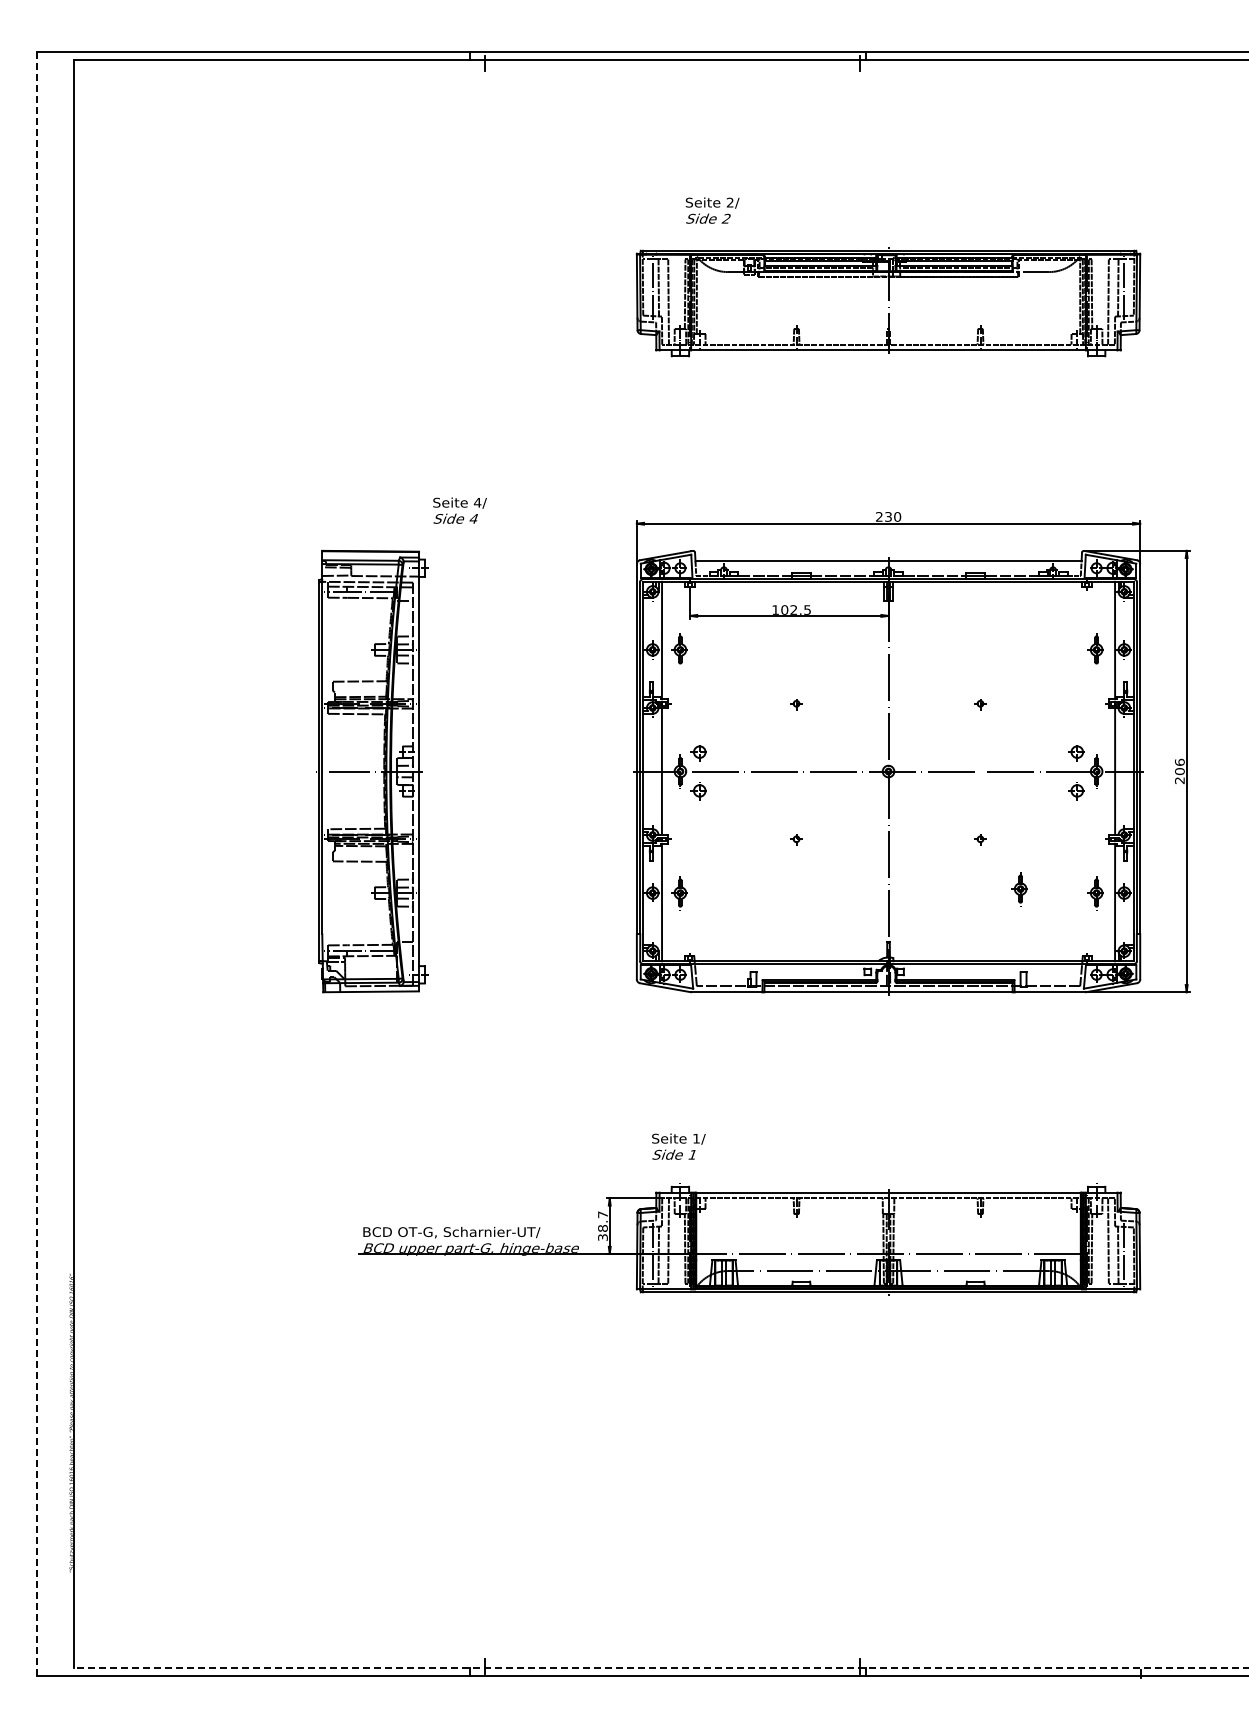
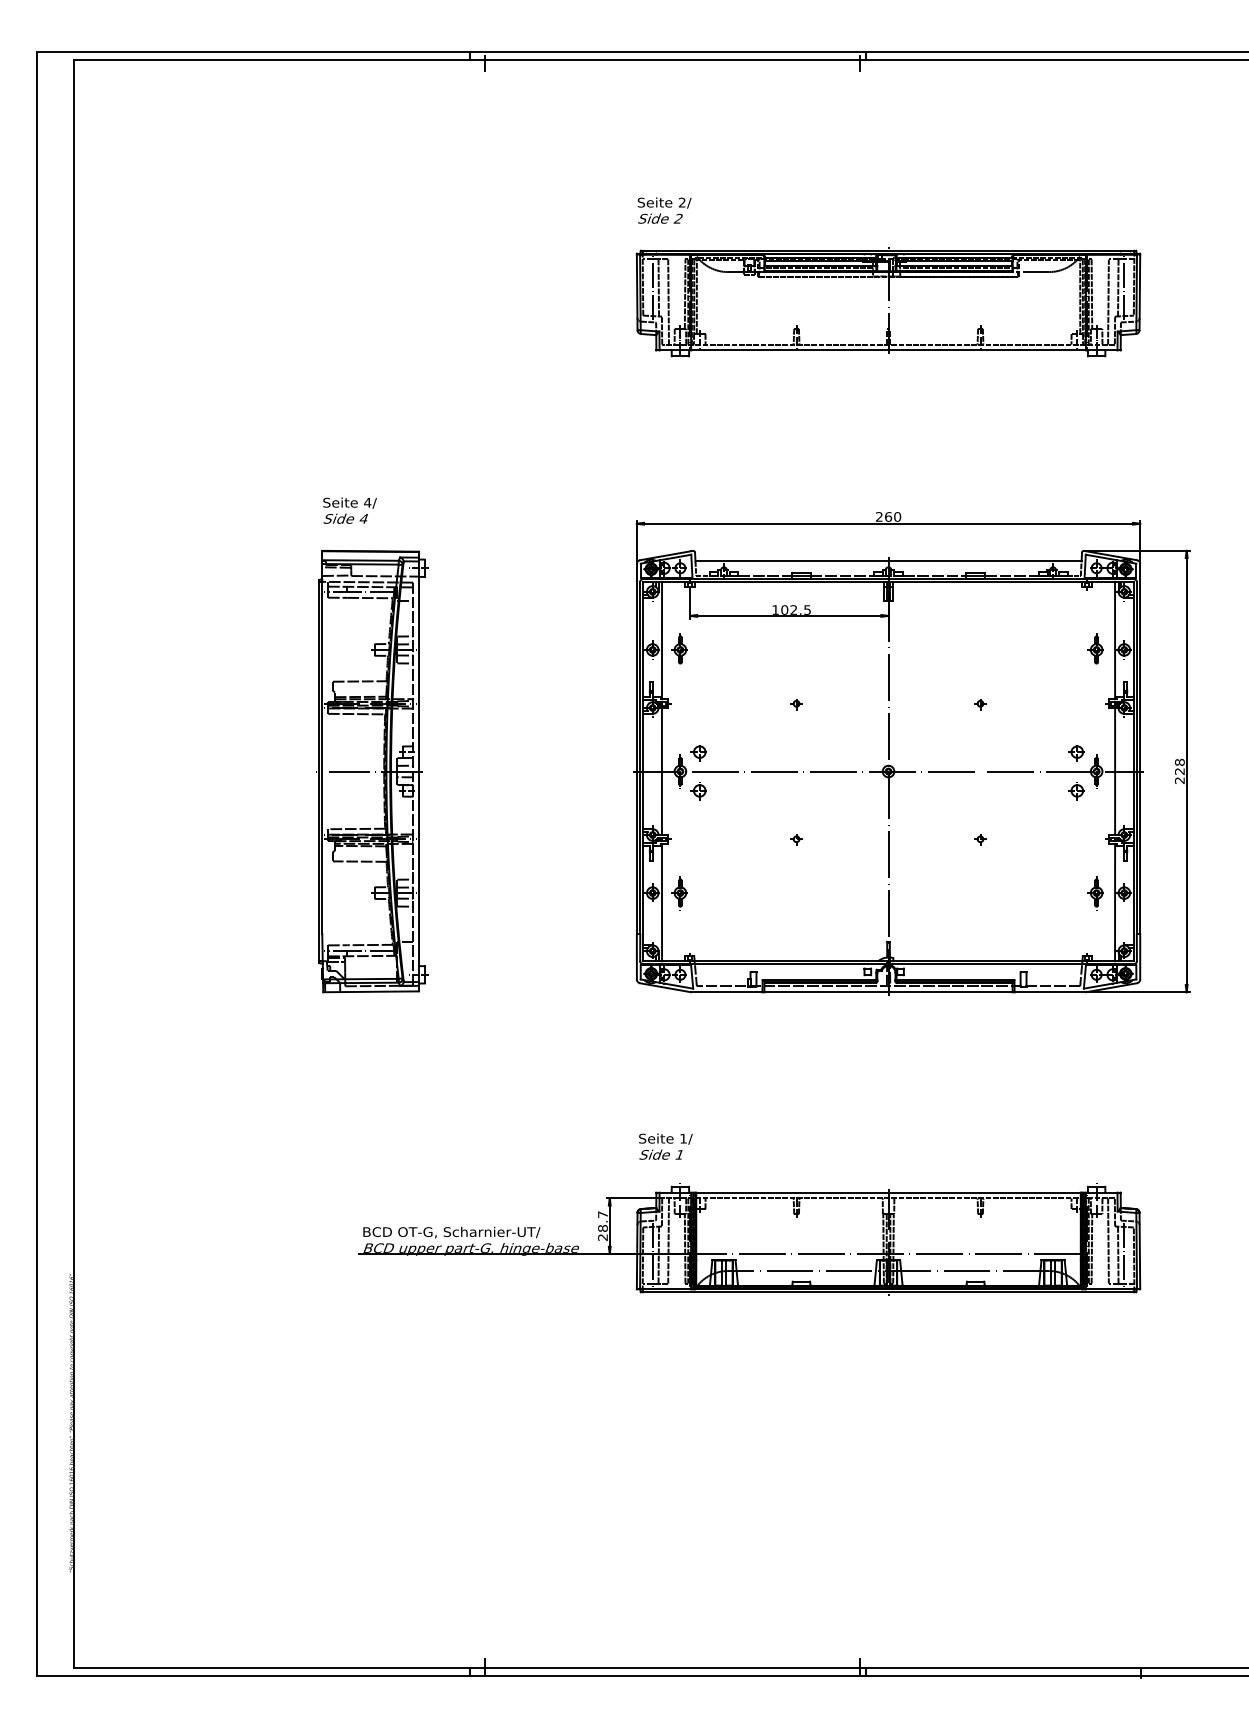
text at (712, 210) position: (712, 210) -> (664, 210)
text at (459, 510) position: (459, 510) -> (349, 510)
text at (888, 516): 230 -> 260
text at (1179, 766): 206 -> 228
line at (37, 863): dashed -> solid
part at (1019, 889): present -> none
text at (678, 1146) position: (678, 1146) -> (665, 1146)
text at (602, 1237): 38.7 -> 28.7
line at (660, 1668): dashed -> solid
